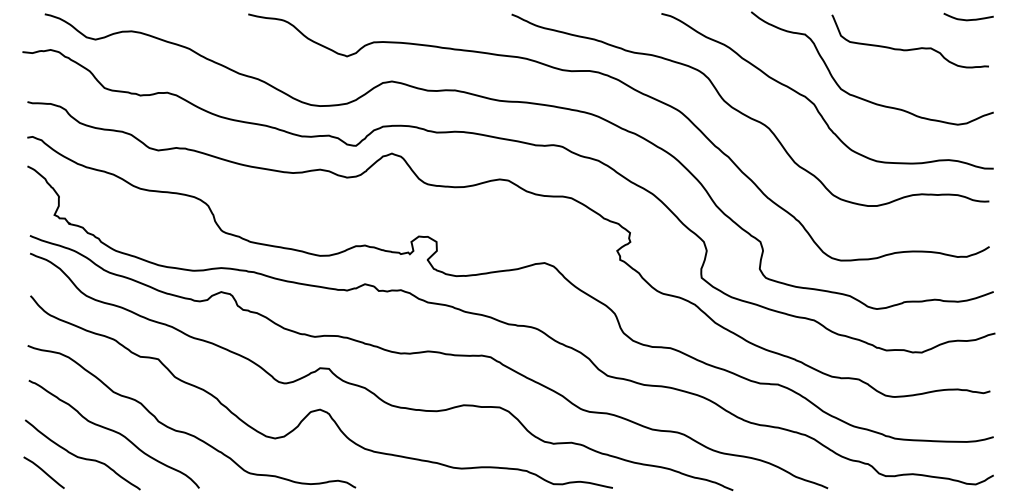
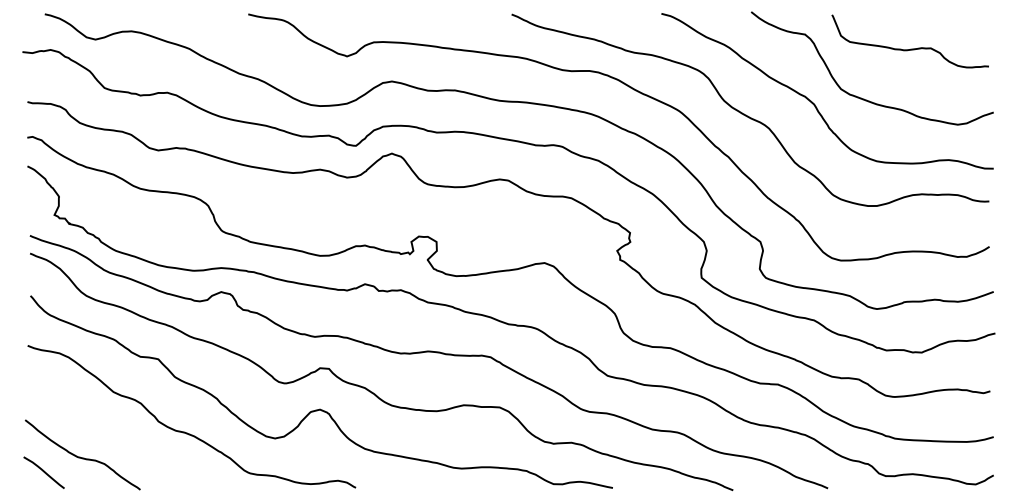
curve at (968, 19): present -> none
curve at (114, 432): present -> none
